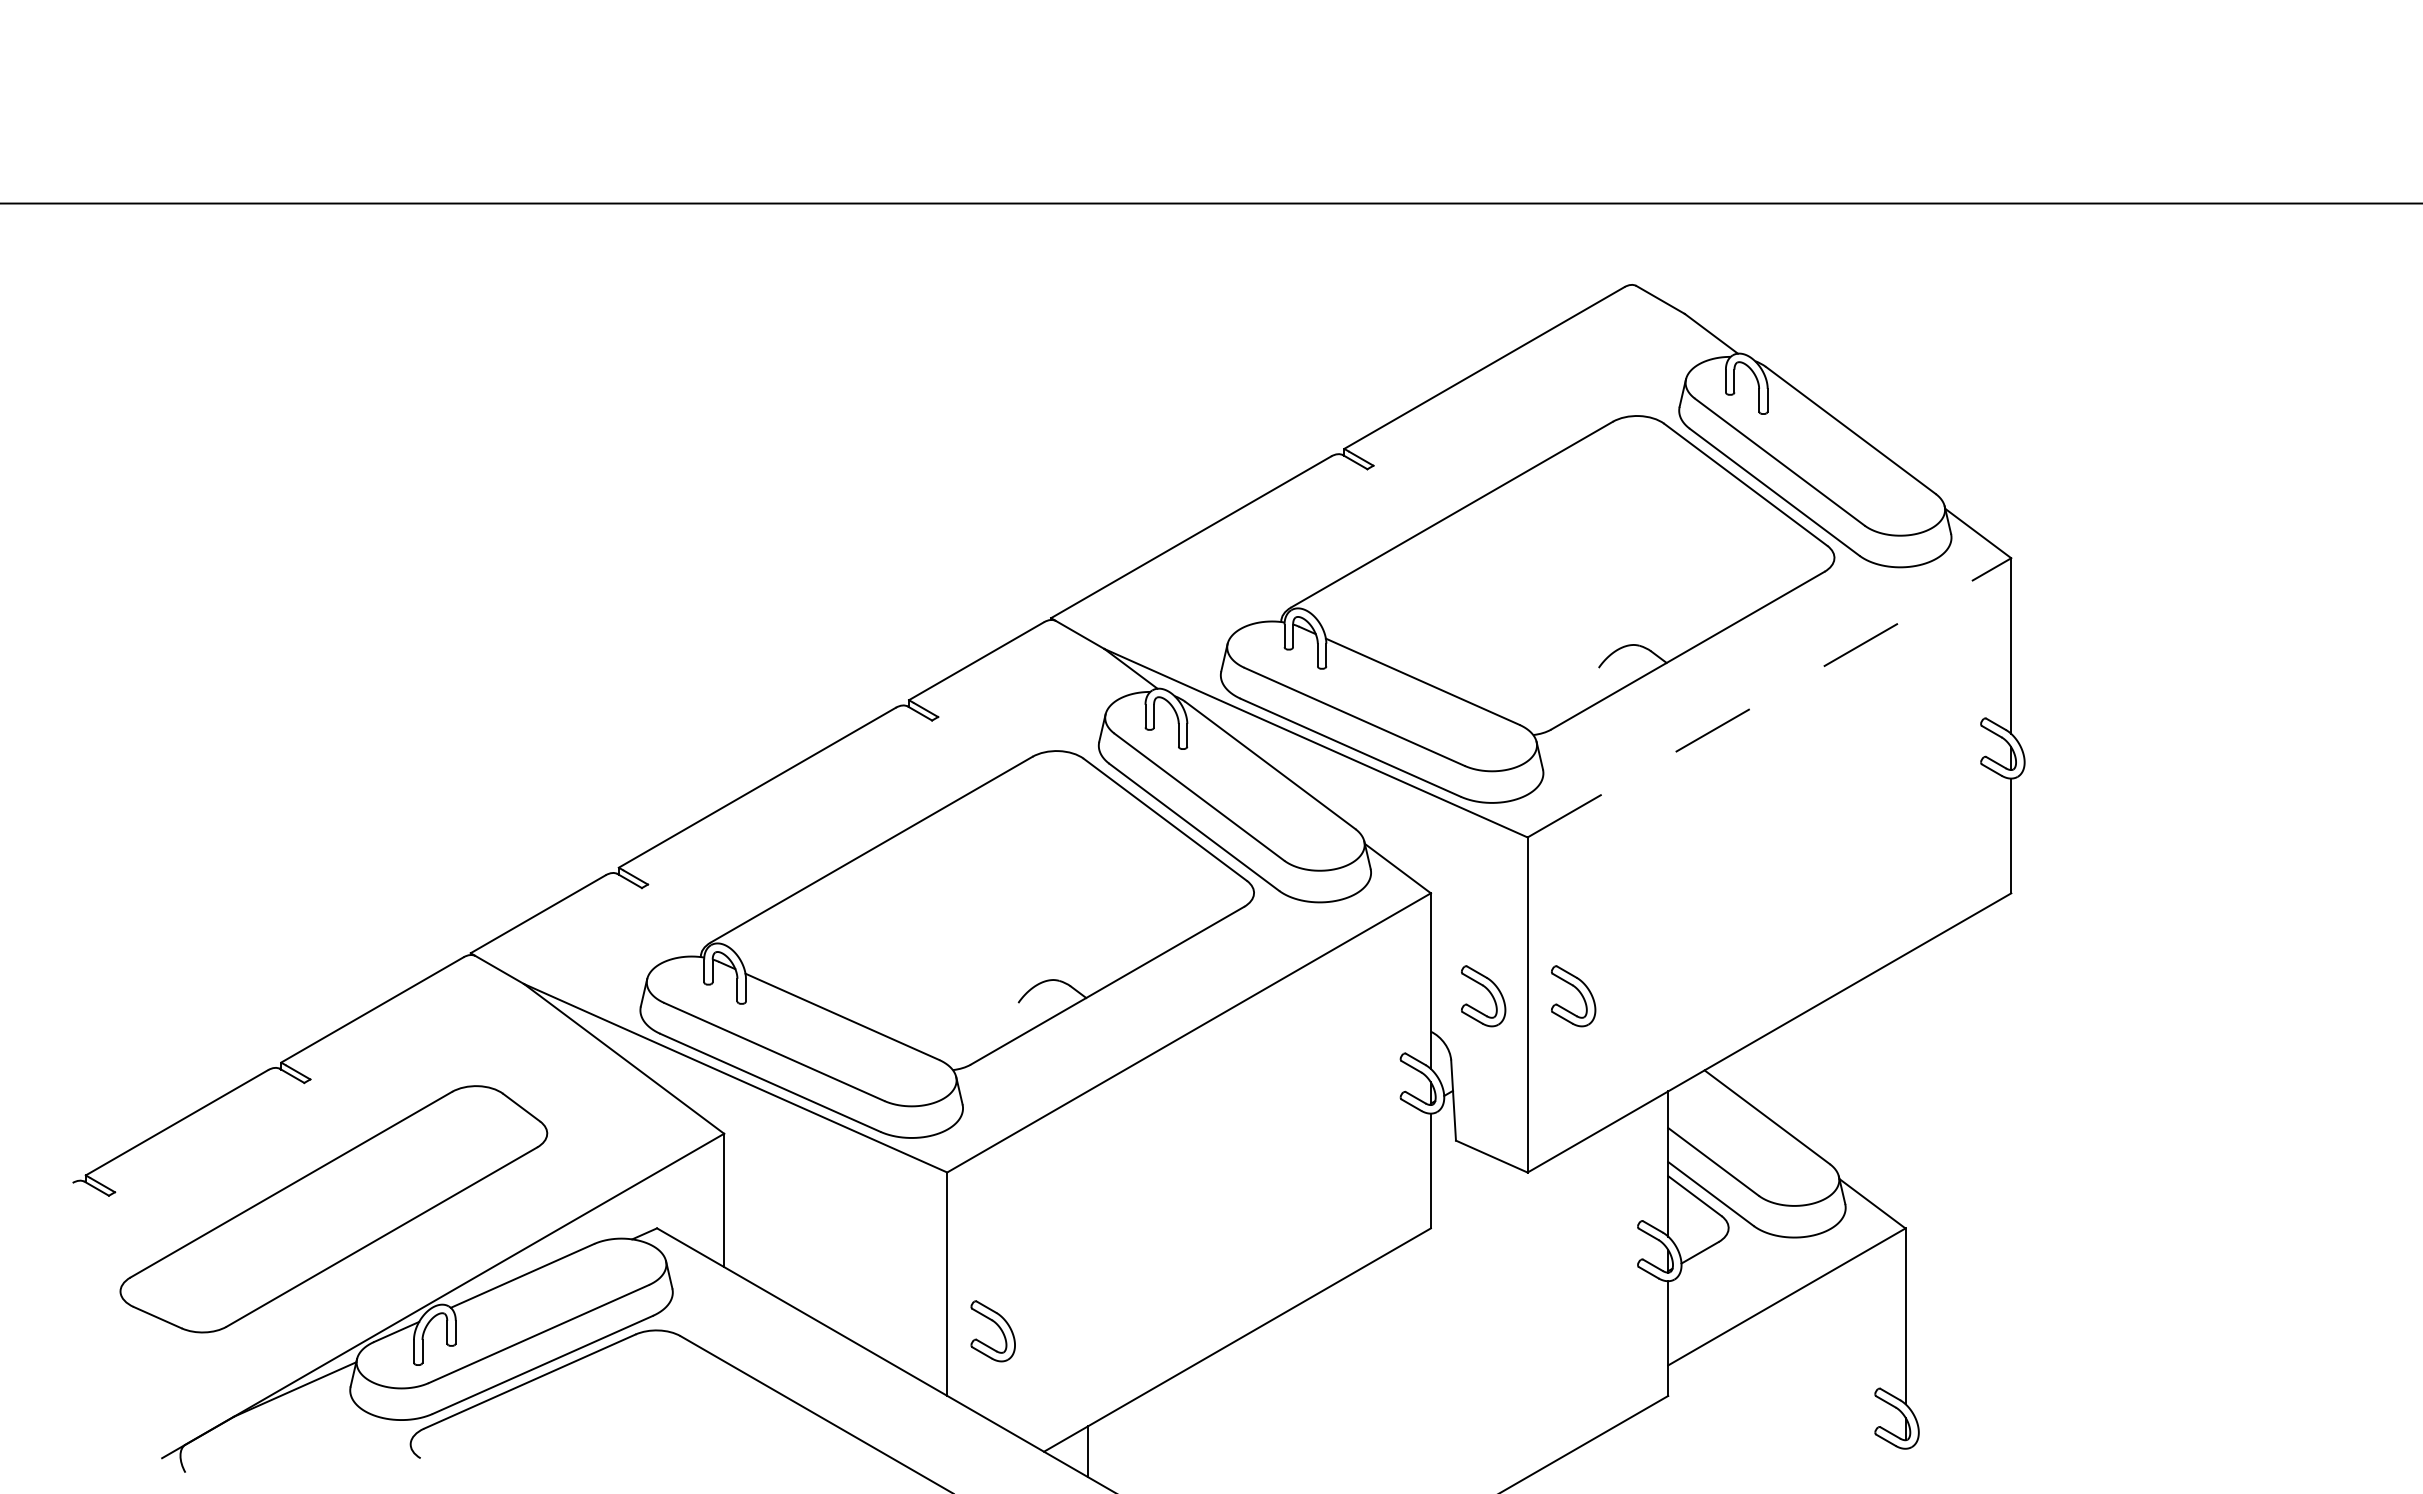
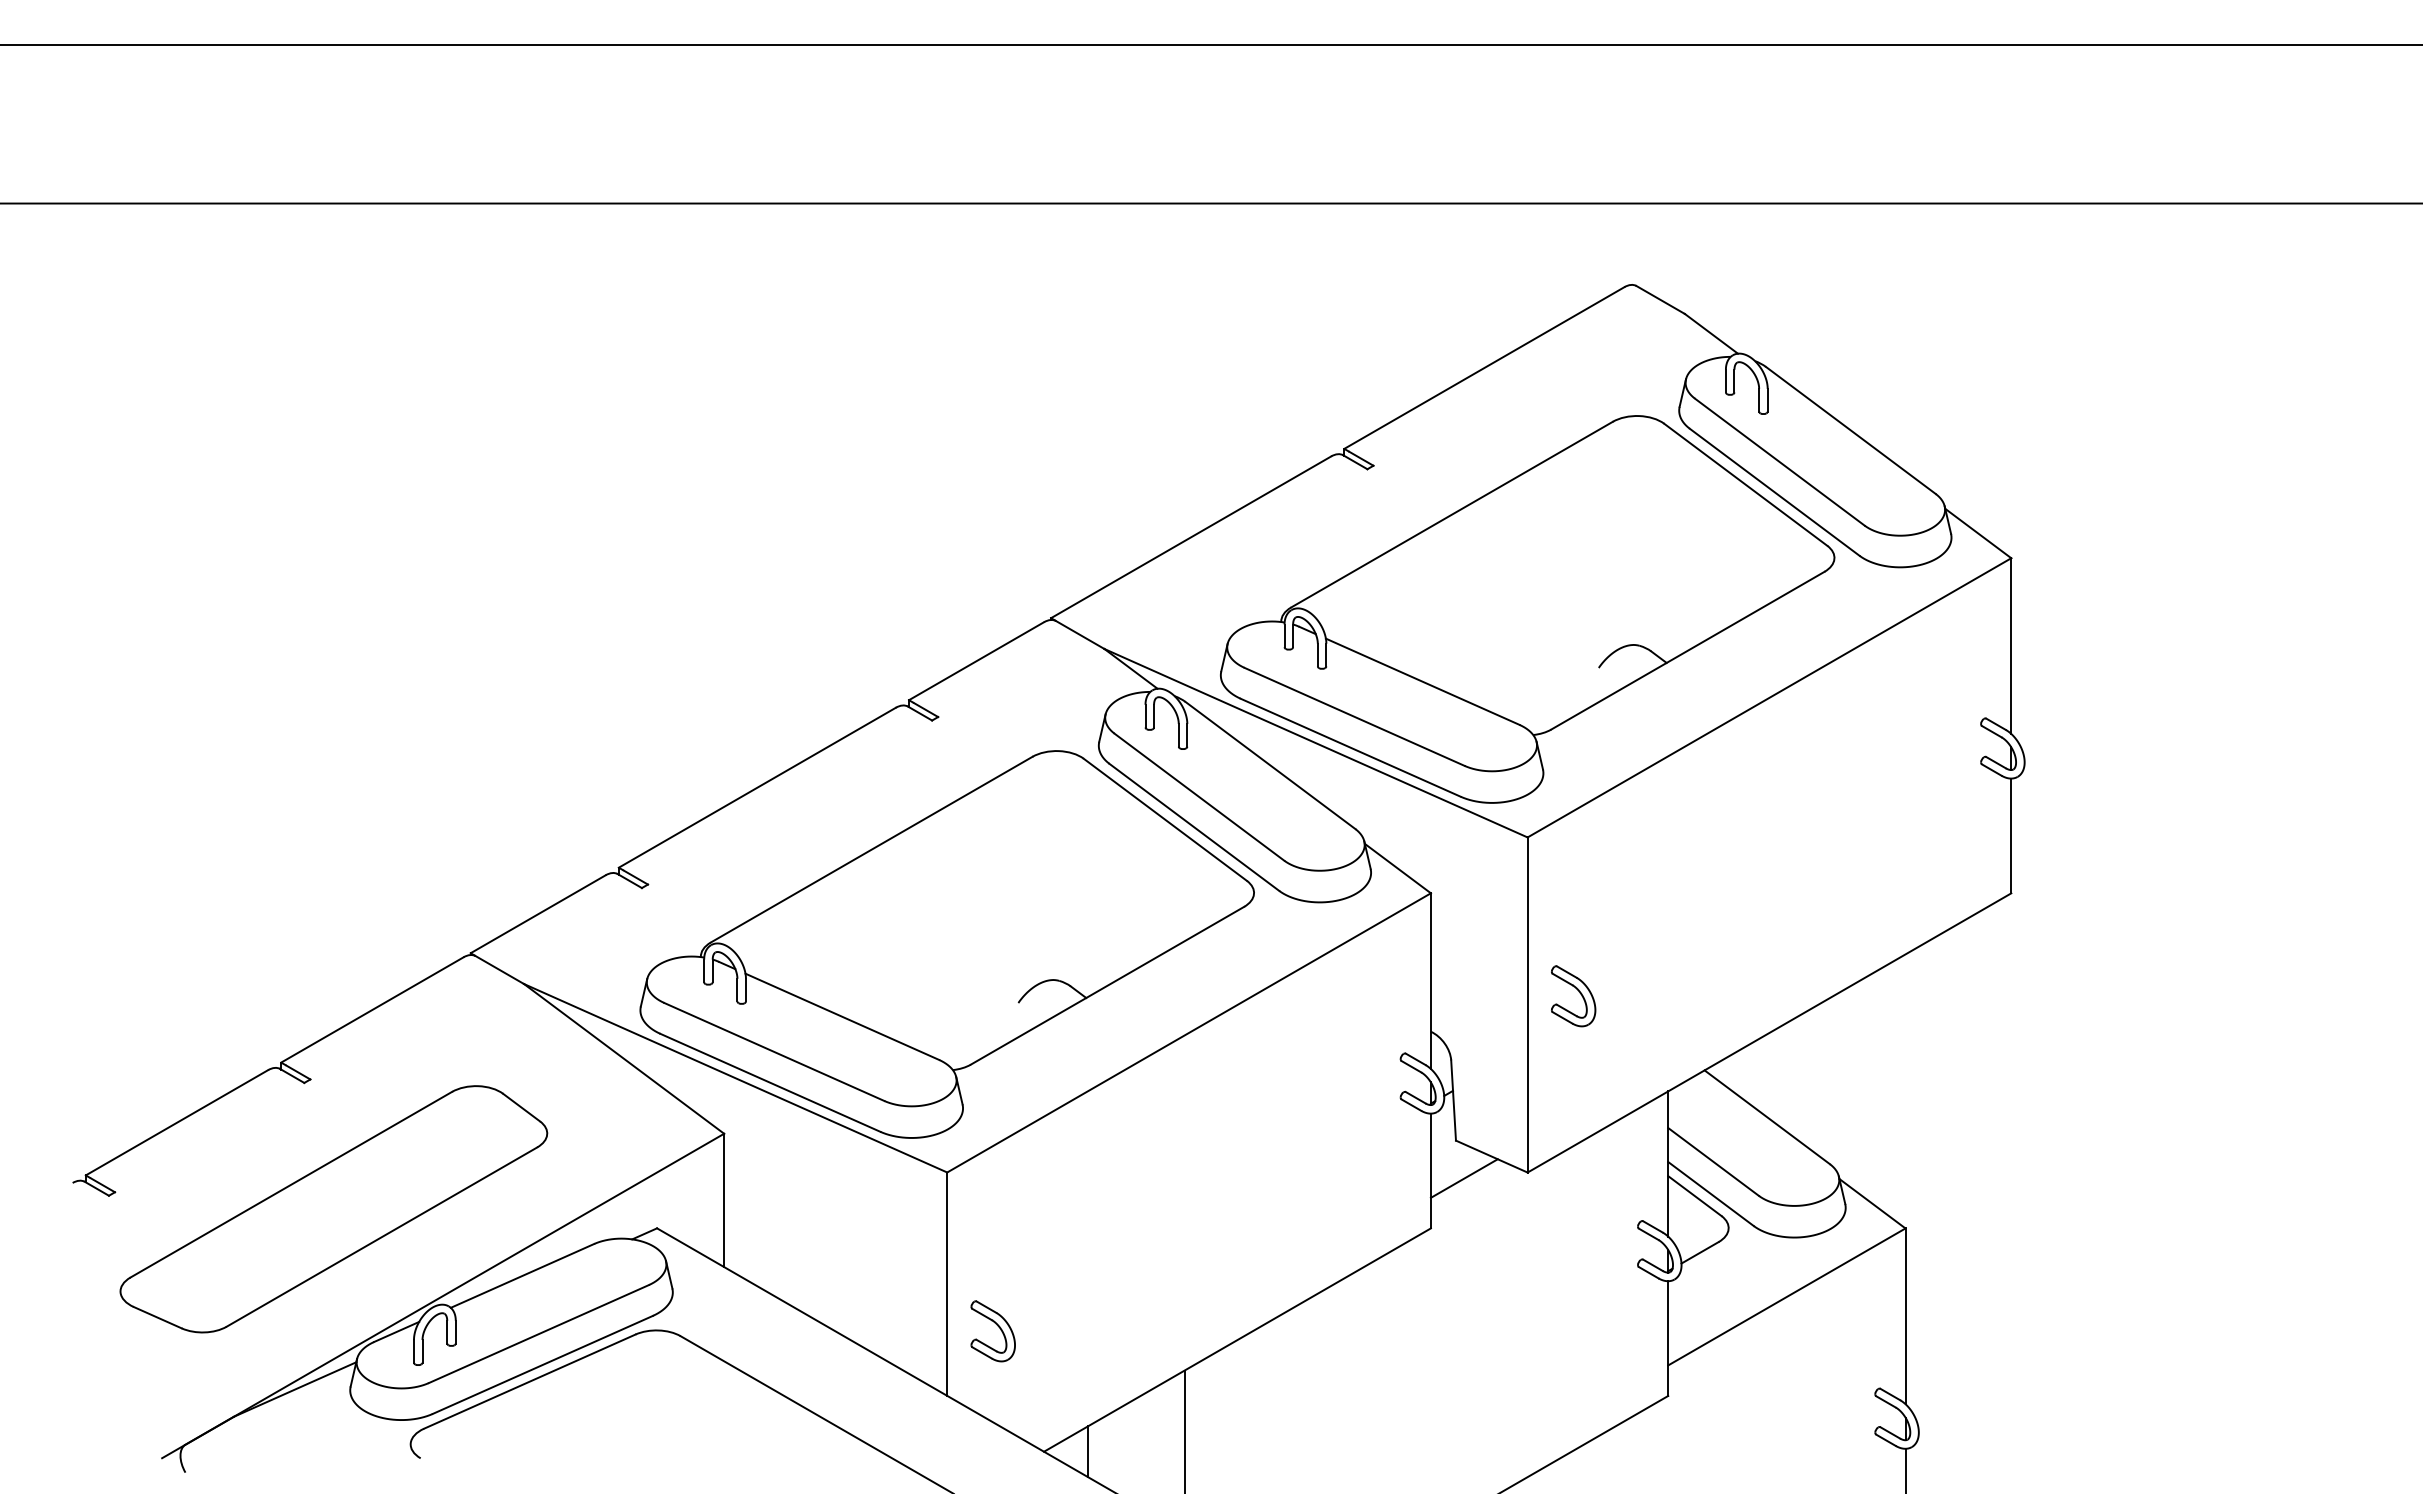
line at (1210, 44): none -> present
line at (1769, 697): dashed -> solid
part at (1489, 993): present -> none
line at (1463, 1178): none -> present
line at (1184, 1430): none -> present
line at (1905, 1469): none -> present
